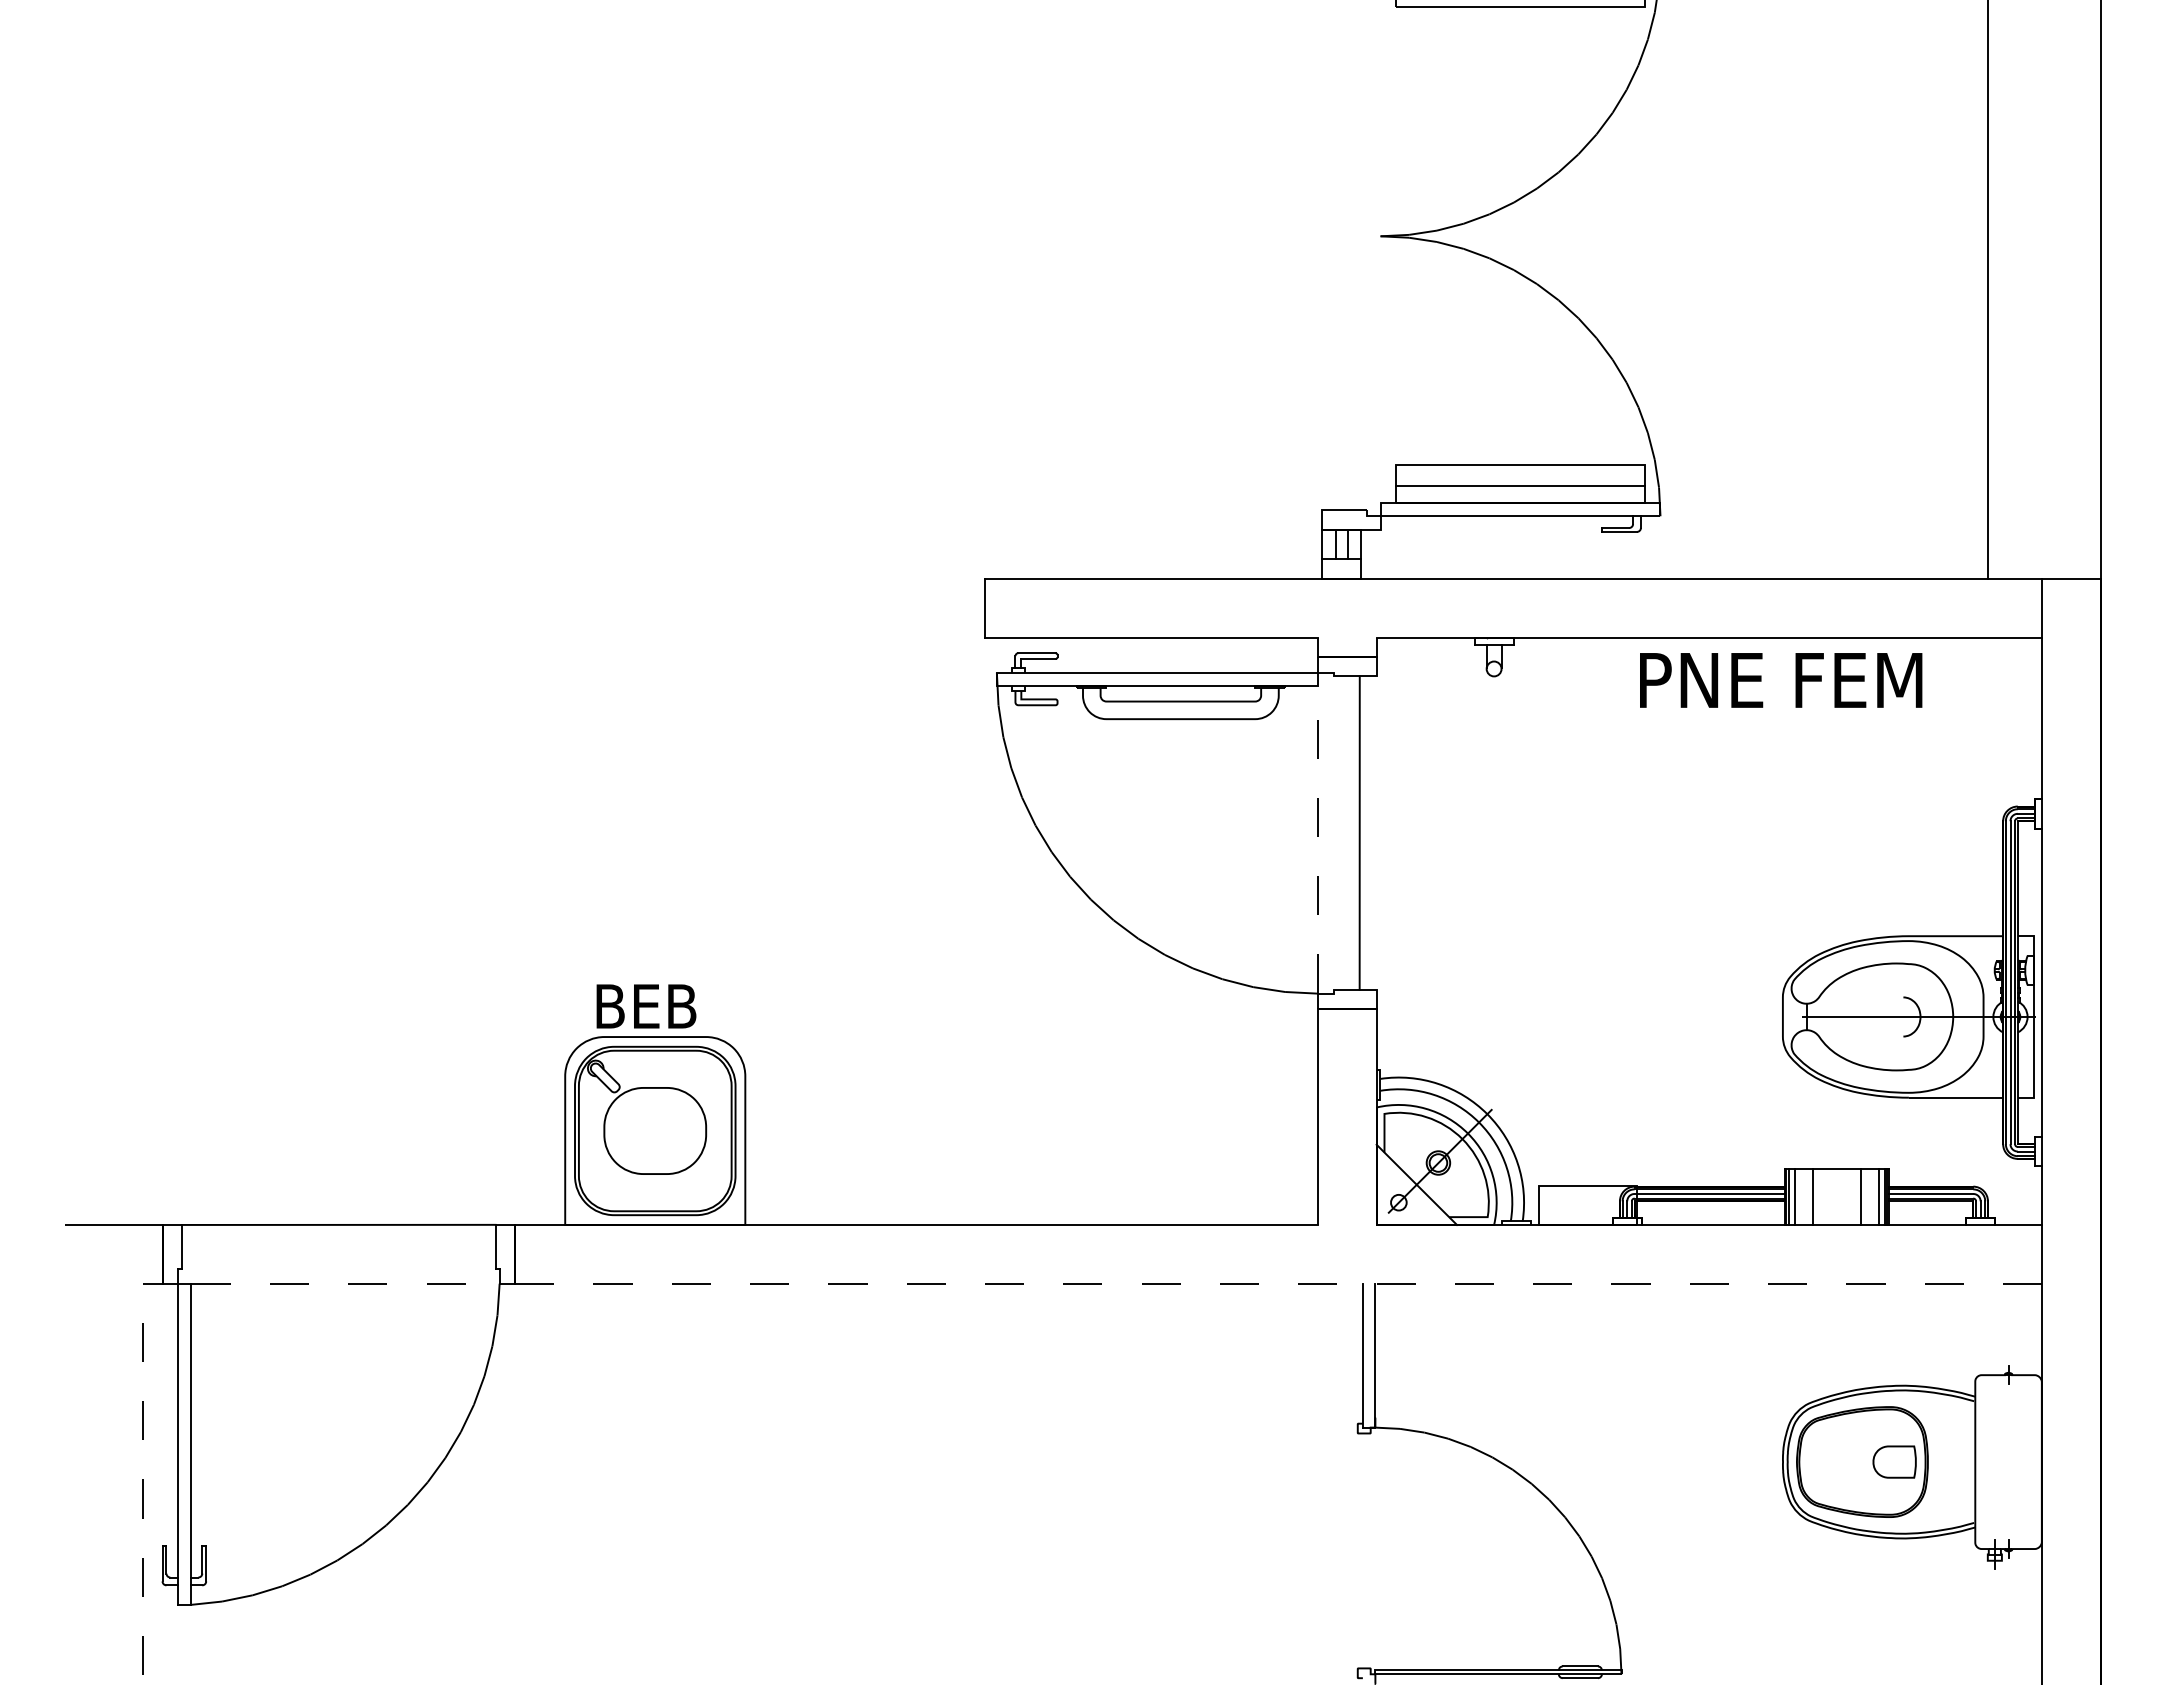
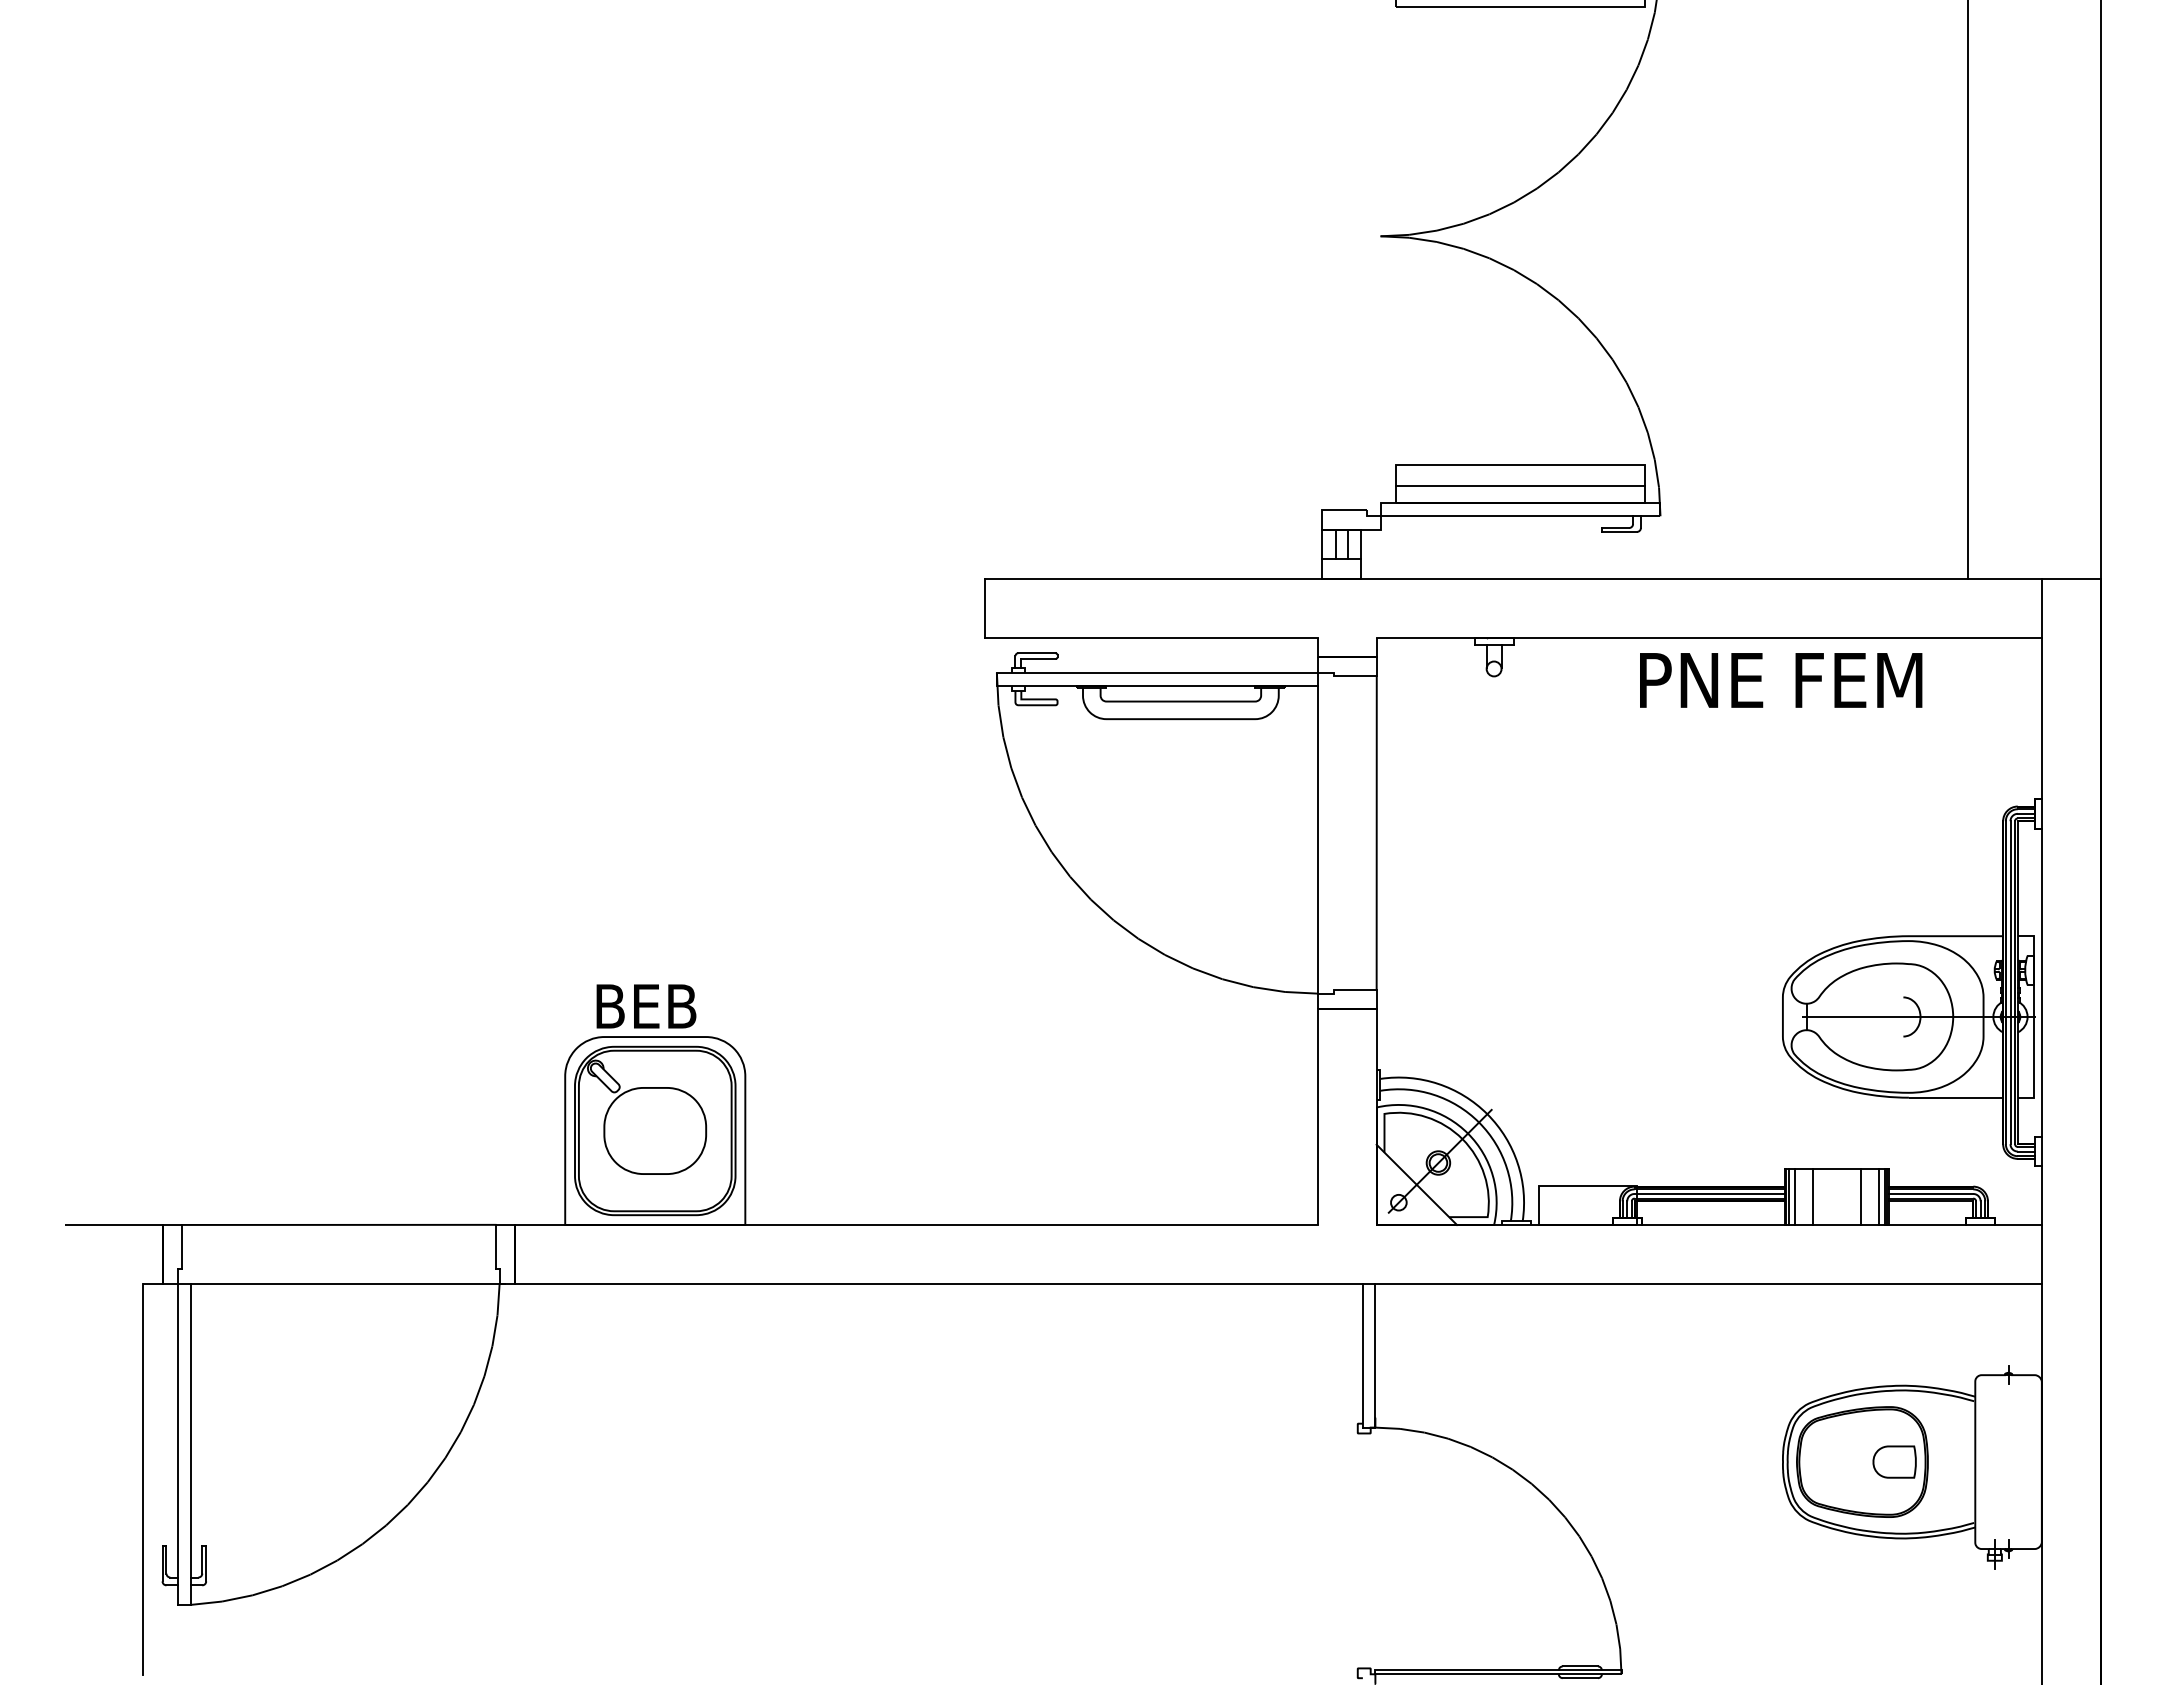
line at (1987, 290) position: (1987, 290) -> (1967, 290)
line at (1359, 832) position: (1359, 832) -> (1376, 832)
line at (1317, 839): dashed -> solid
line at (348, 1283): dashed -> solid
line at (1278, 1283): dashed -> solid
line at (143, 1479): dashed -> solid
